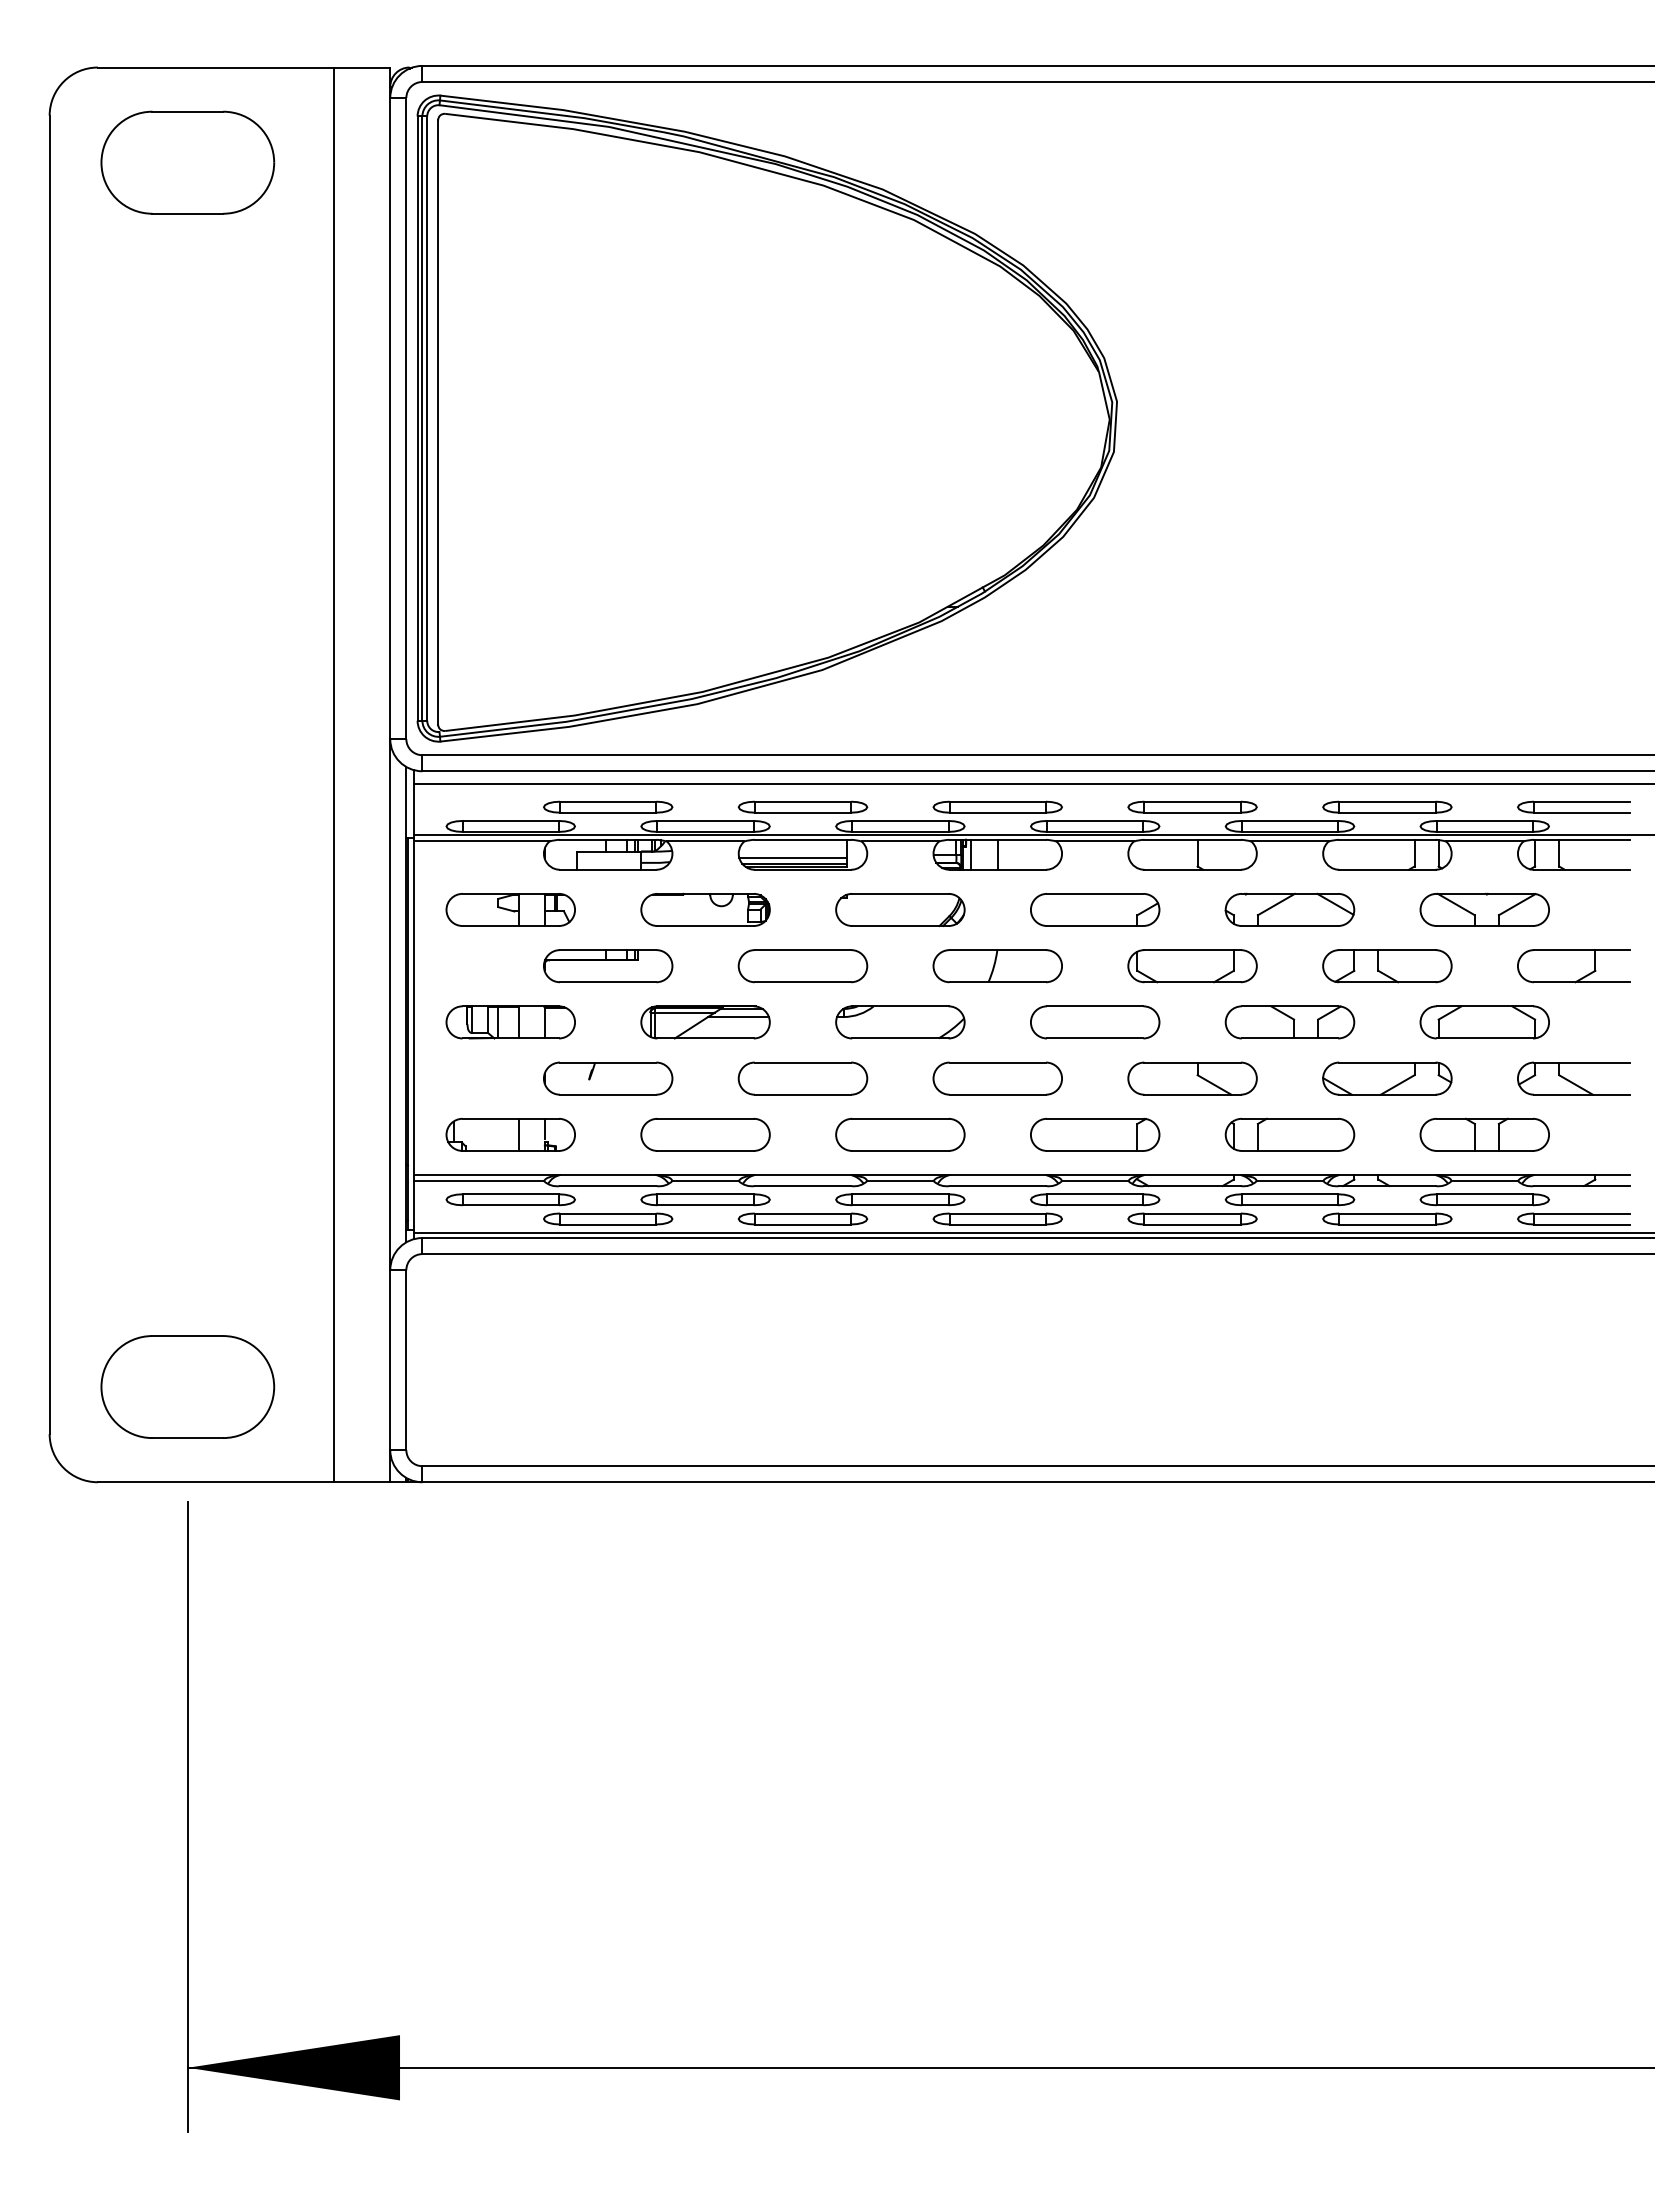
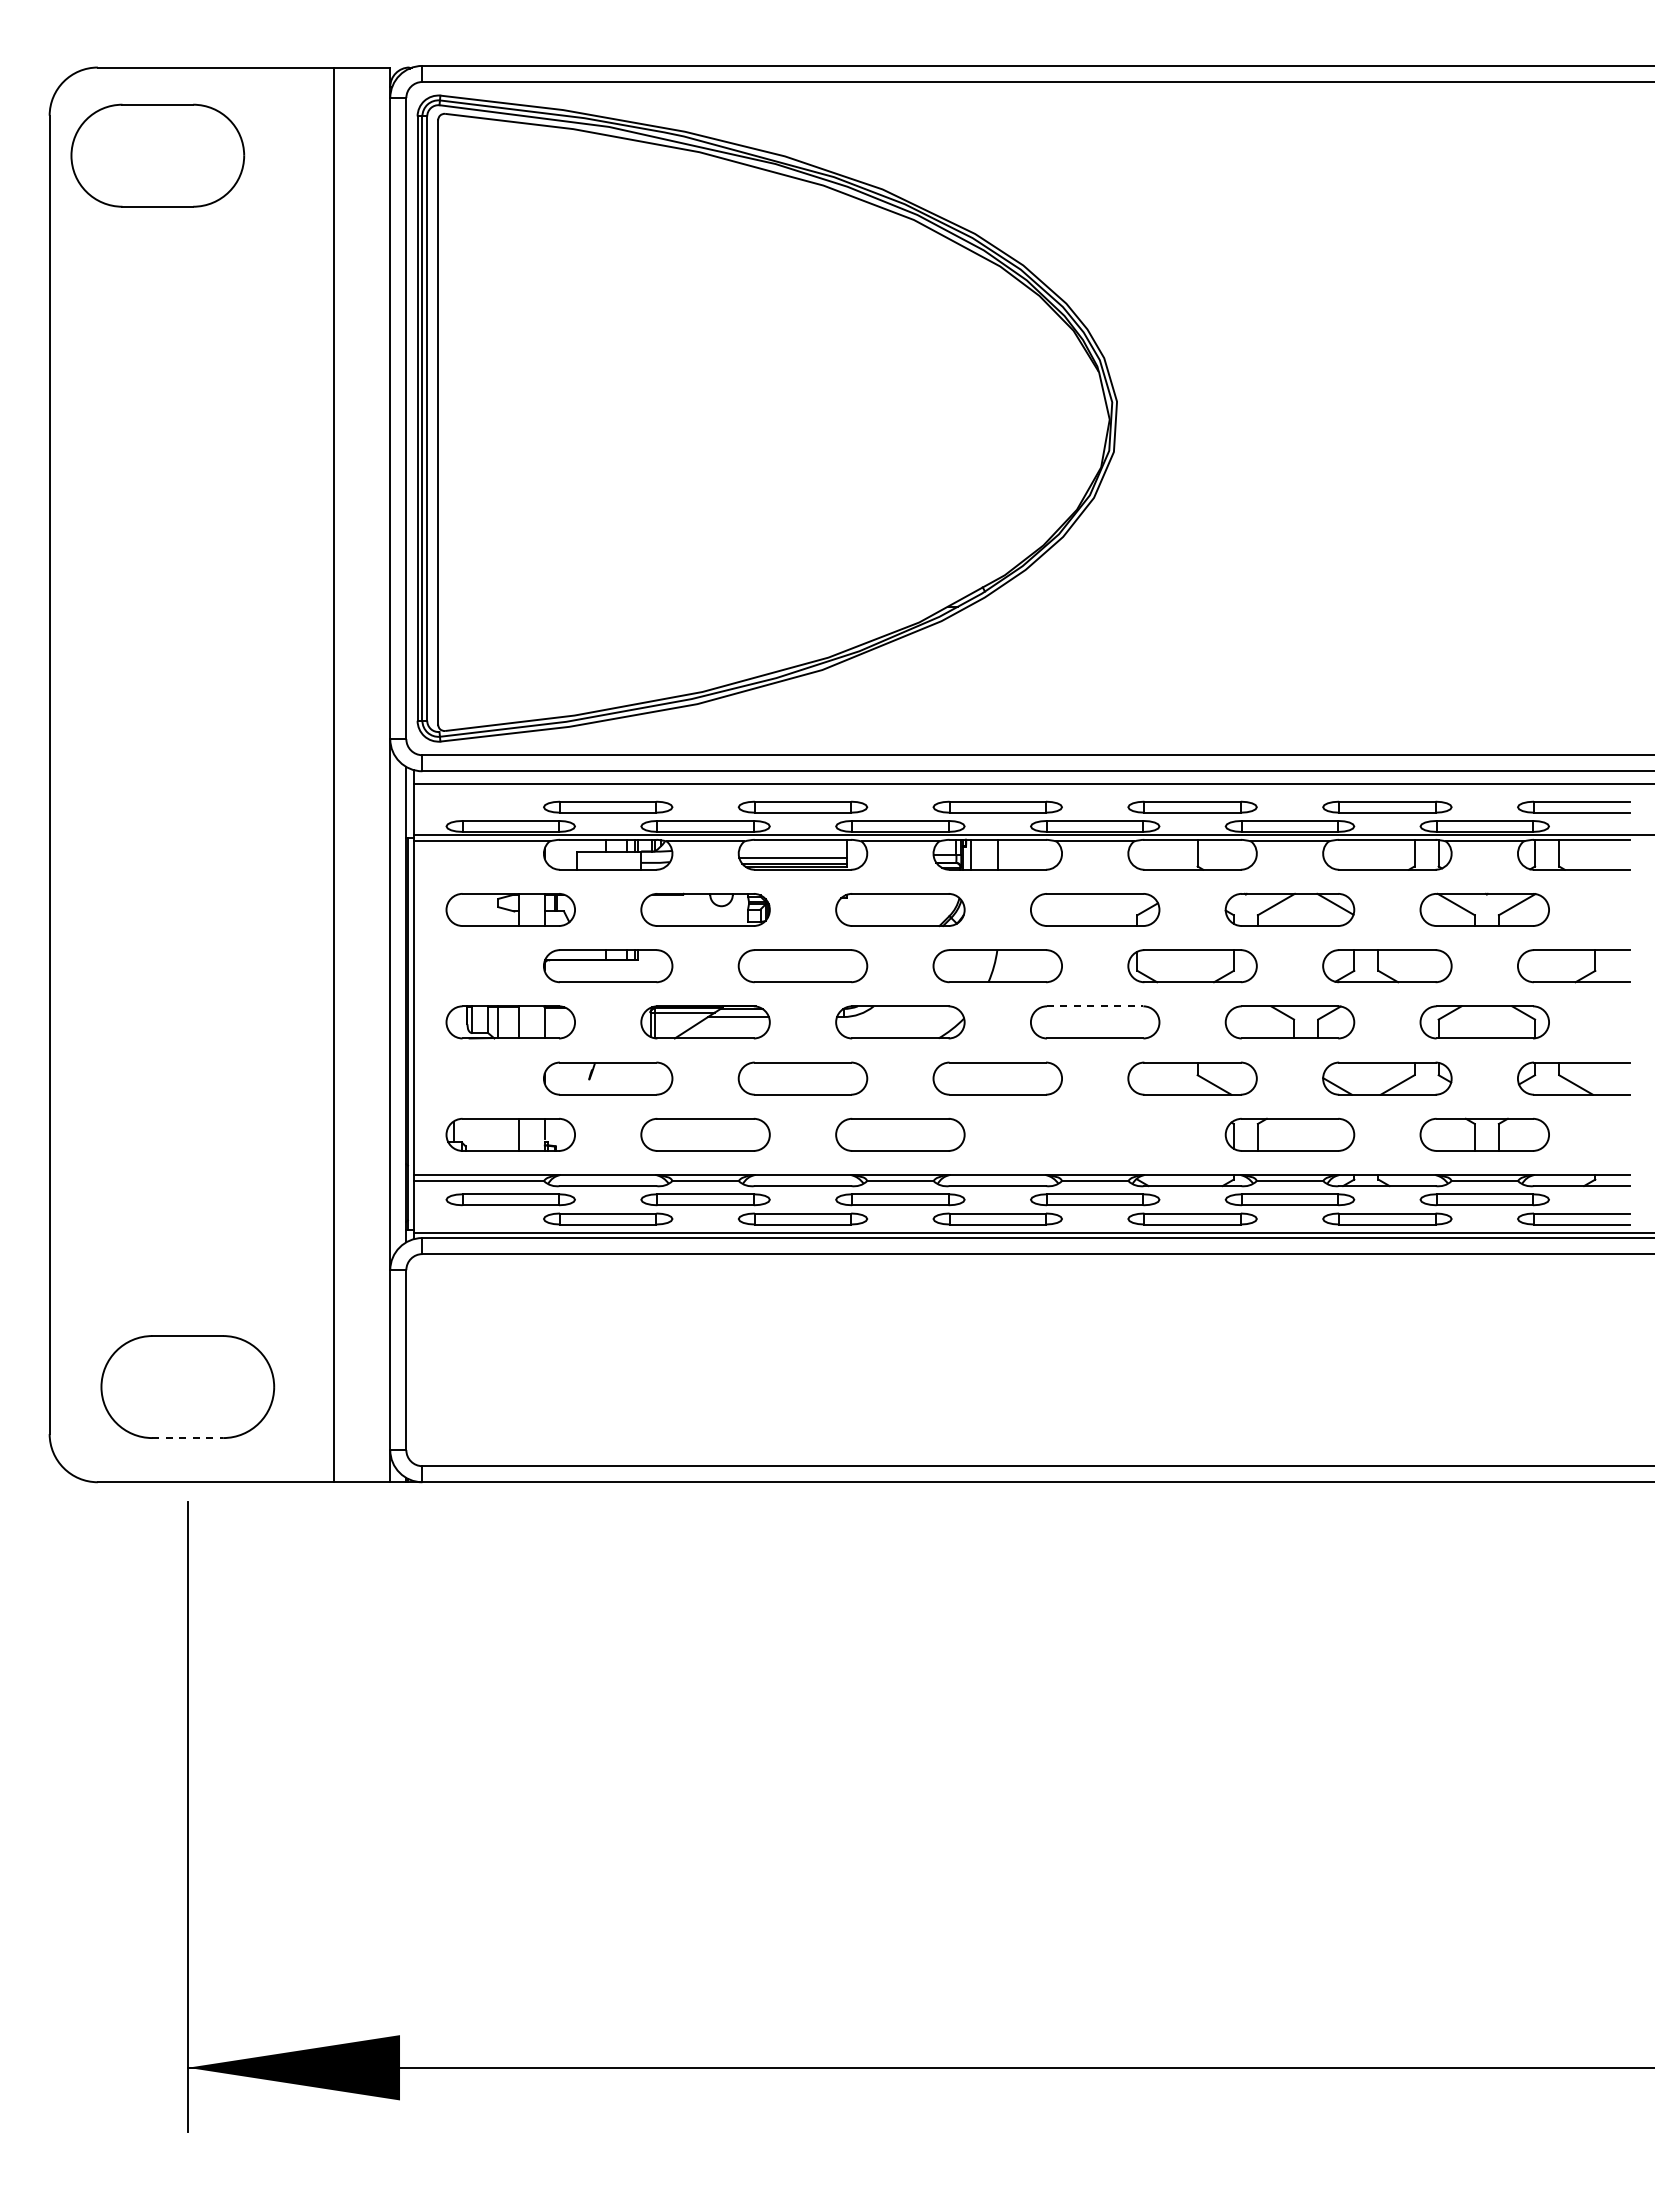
part at (187, 162) position: (187, 162) -> (157, 155)
line at (1095, 1006): solid -> dashed
part at (1095, 1134): present -> none
line at (188, 1438): solid -> dashed
